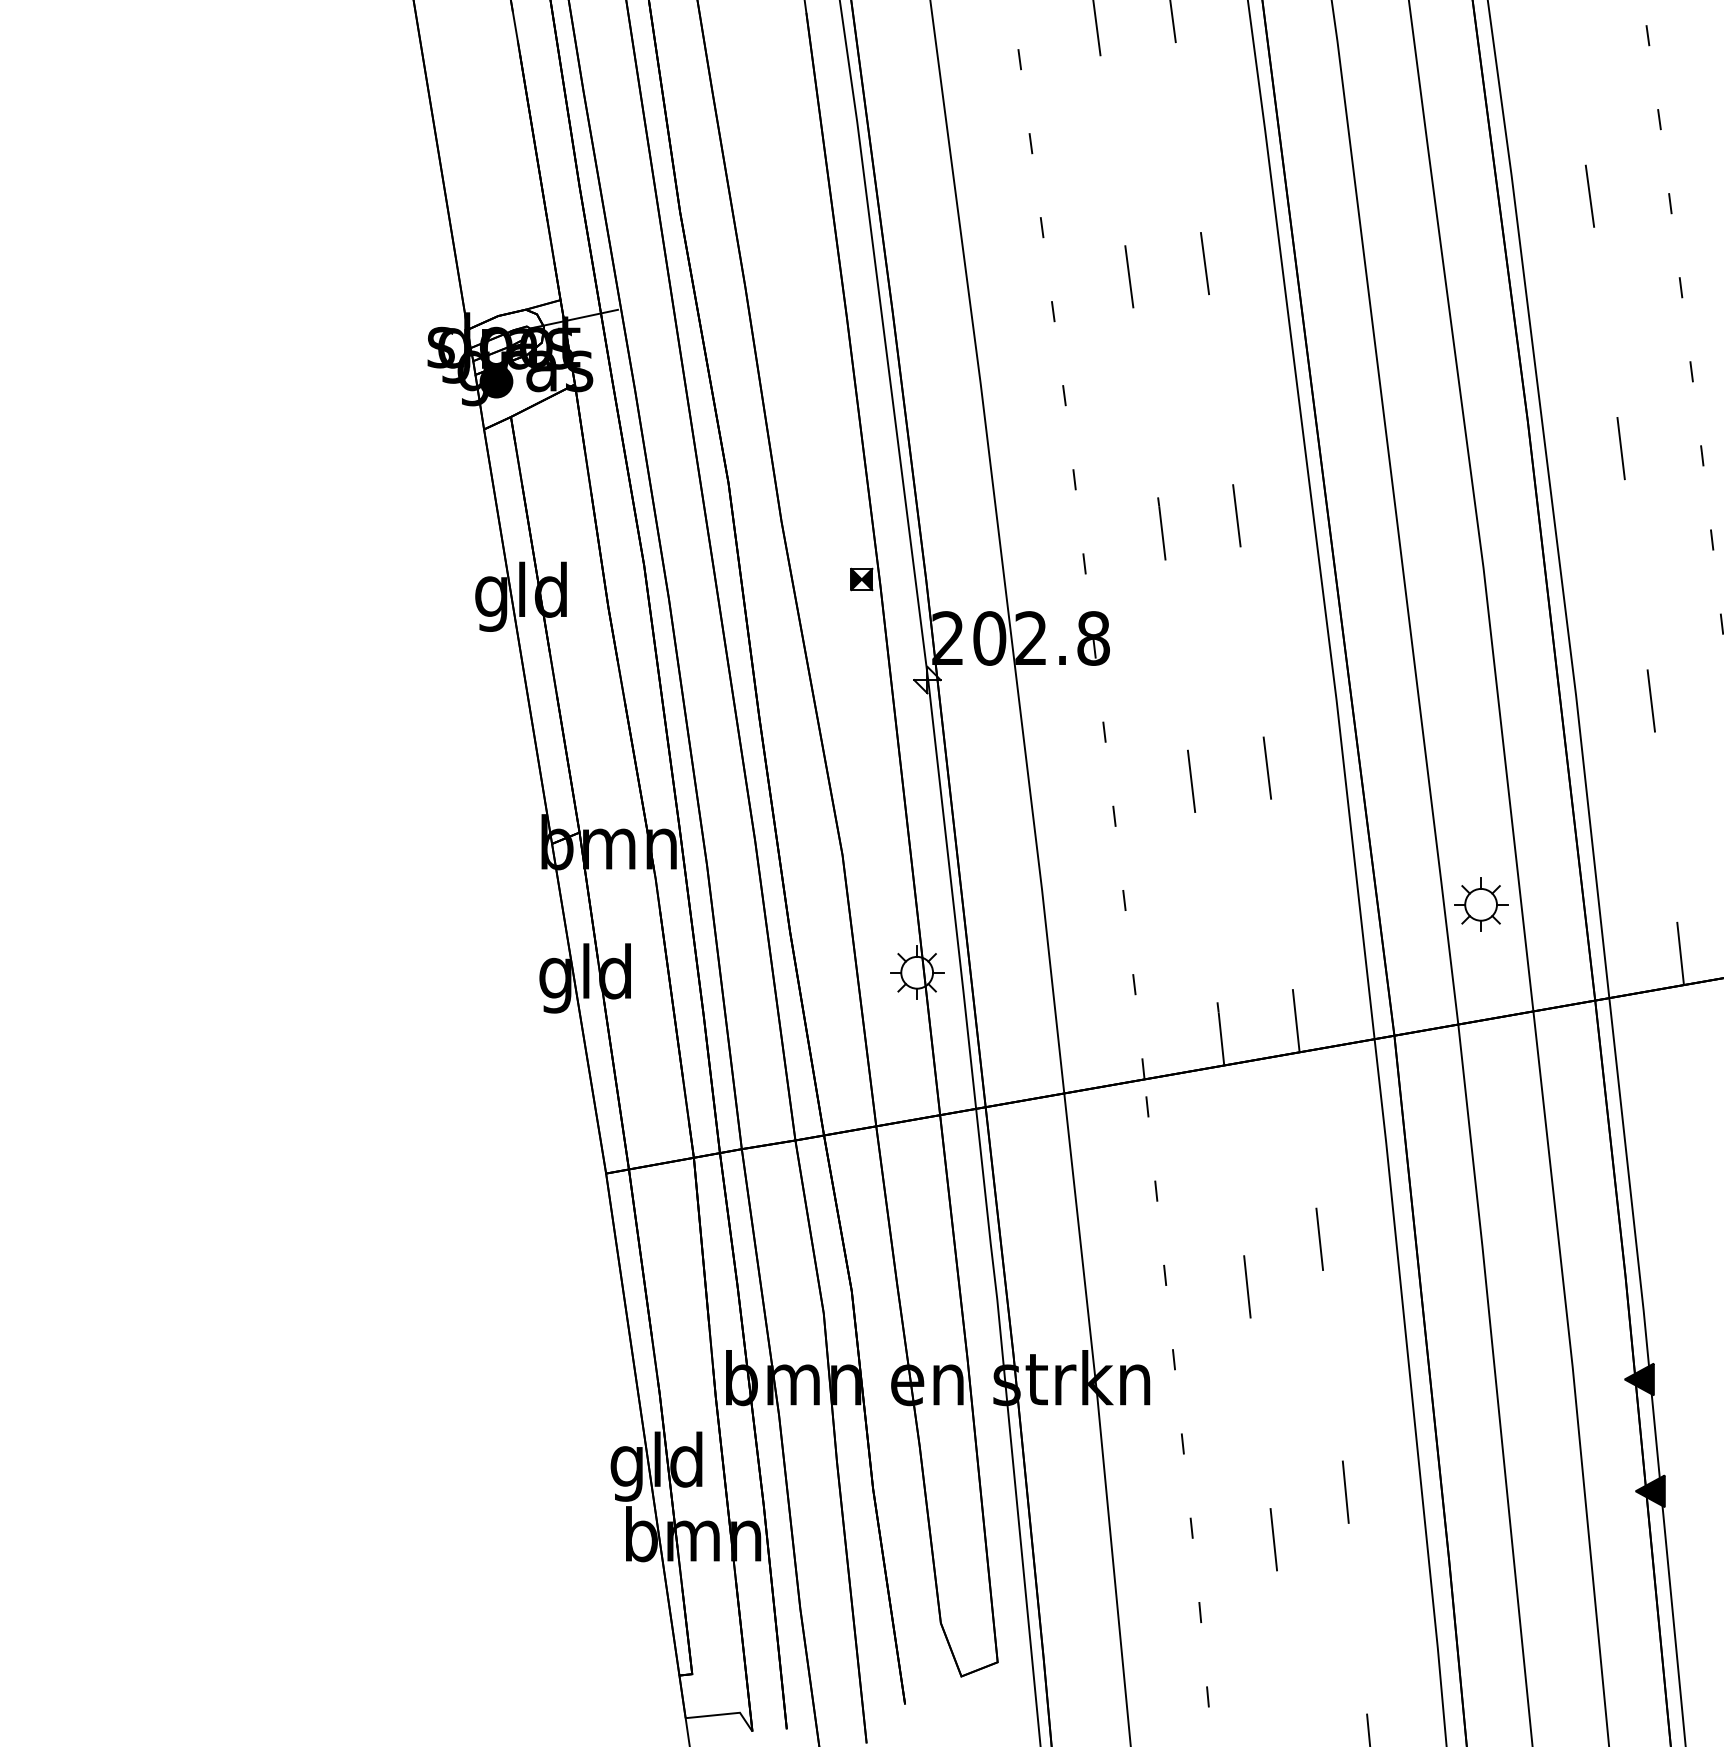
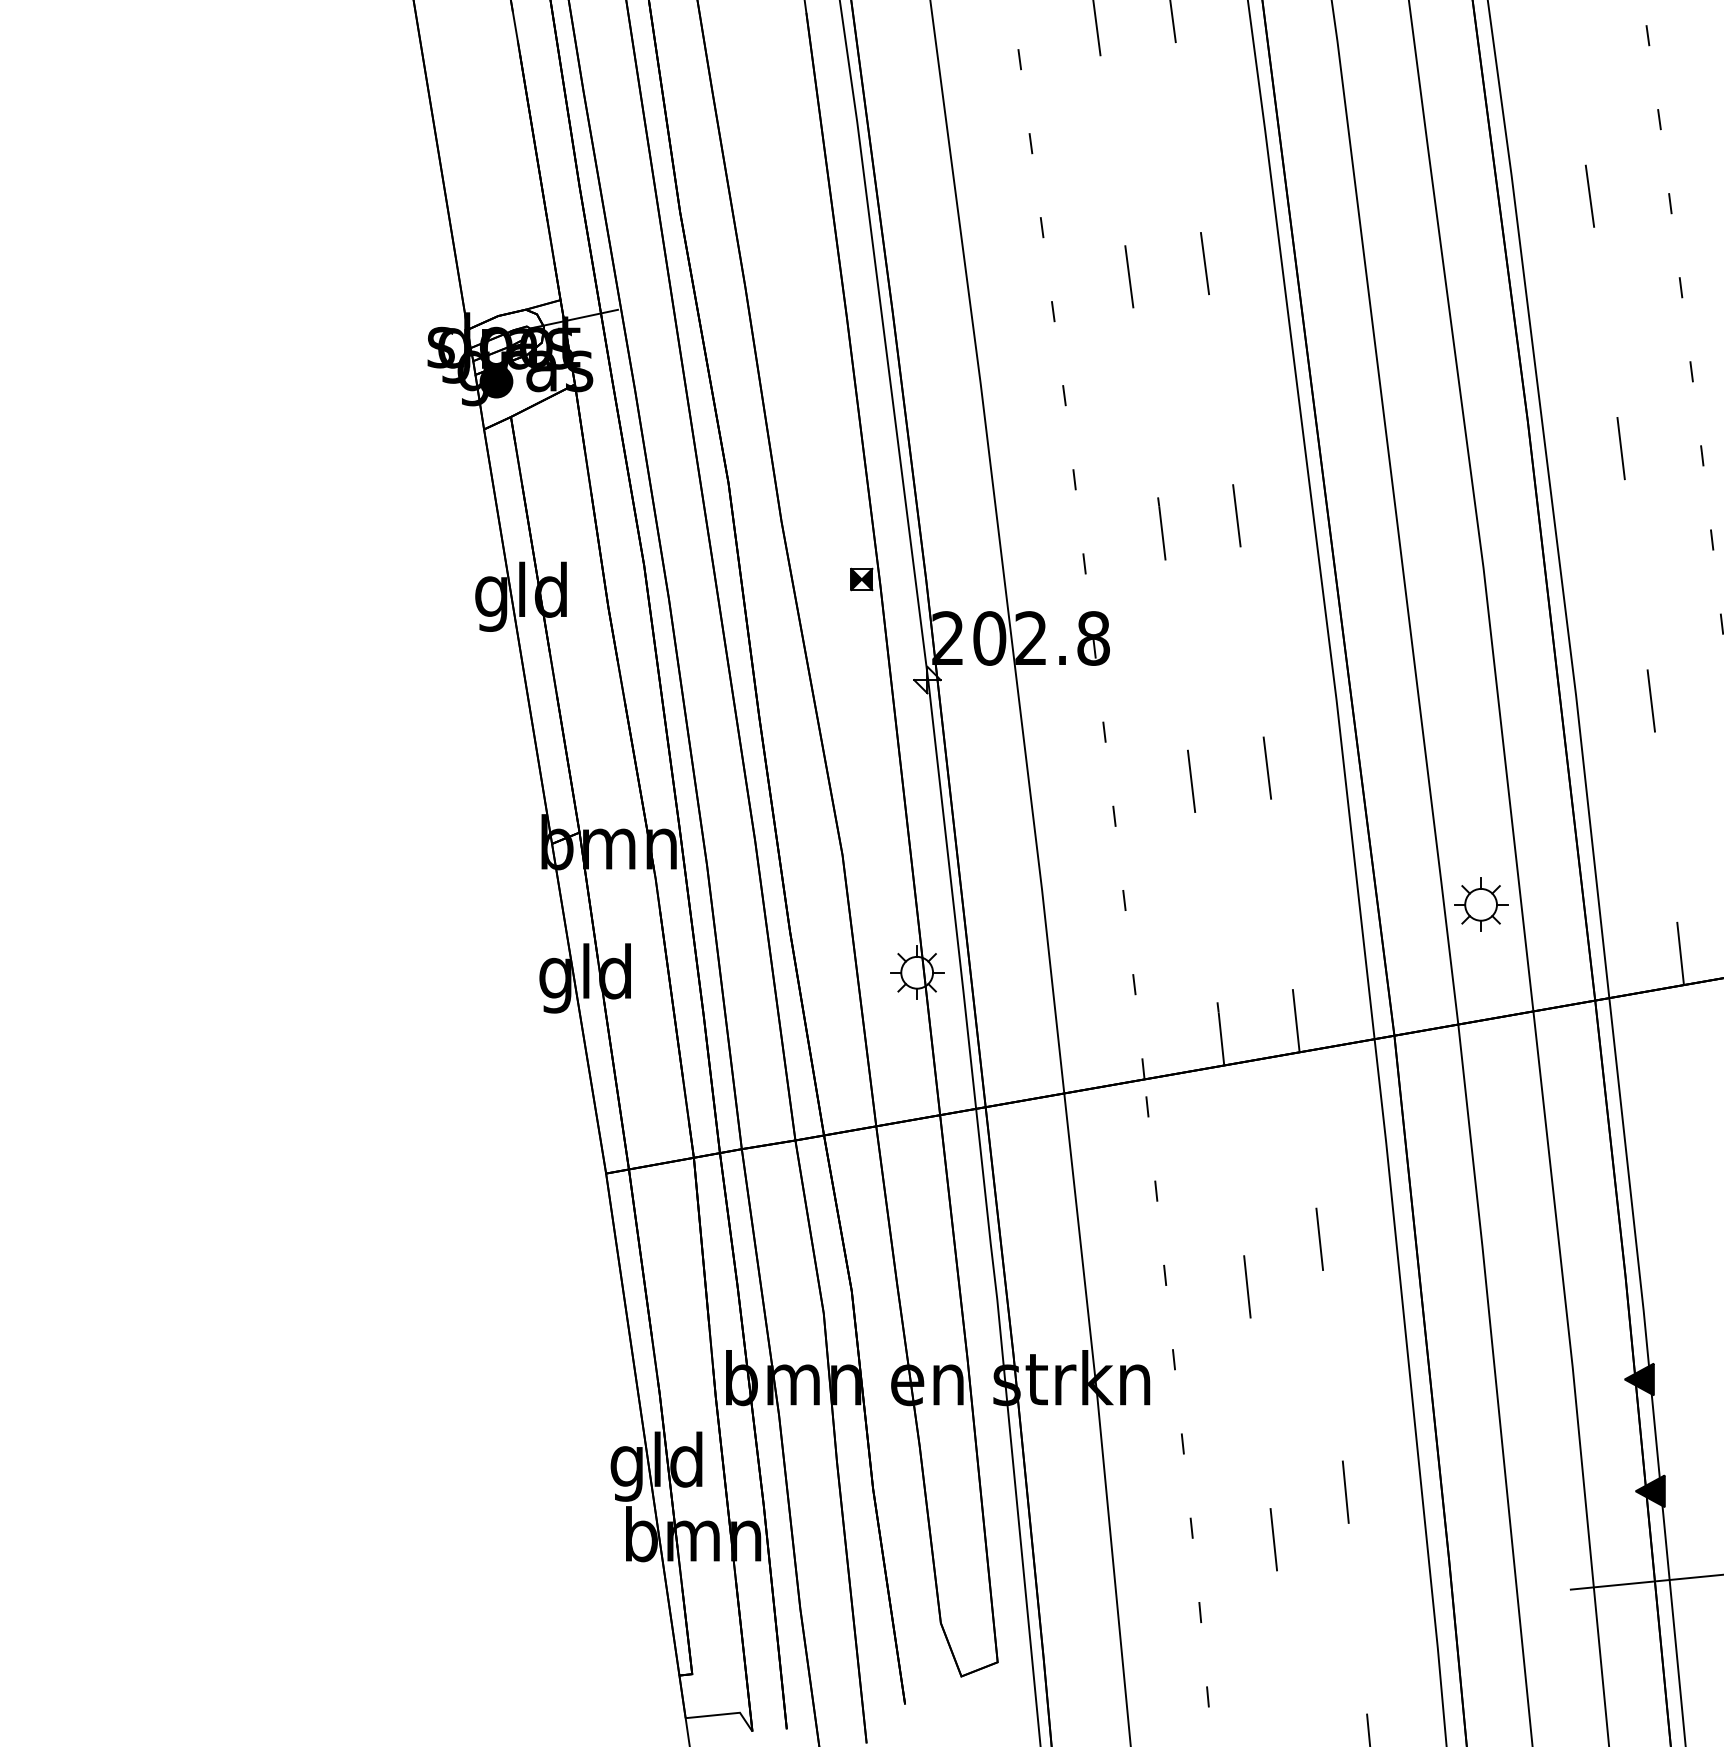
line at (1645, 1582): none -> present
